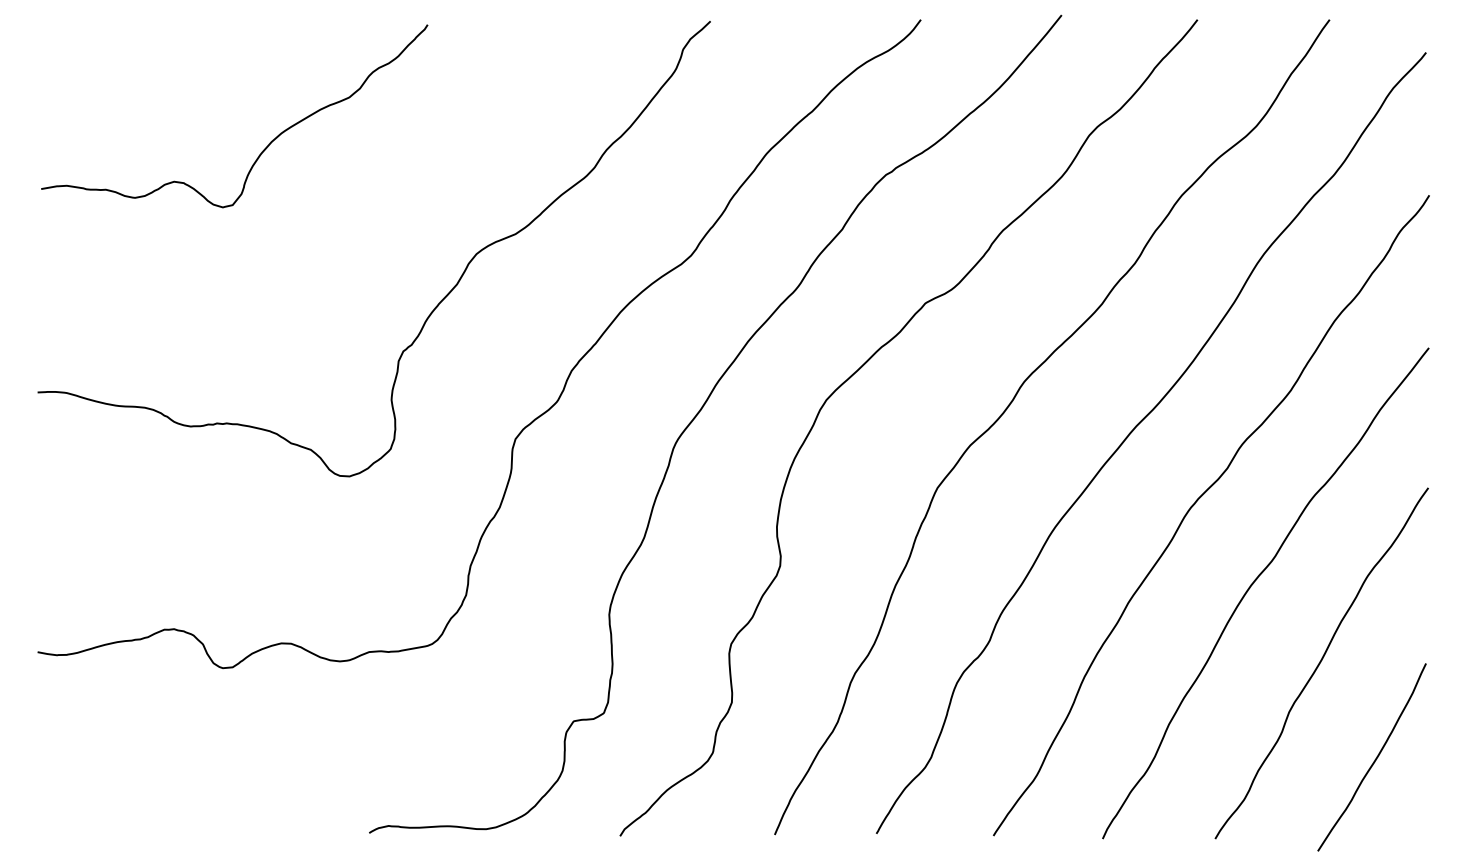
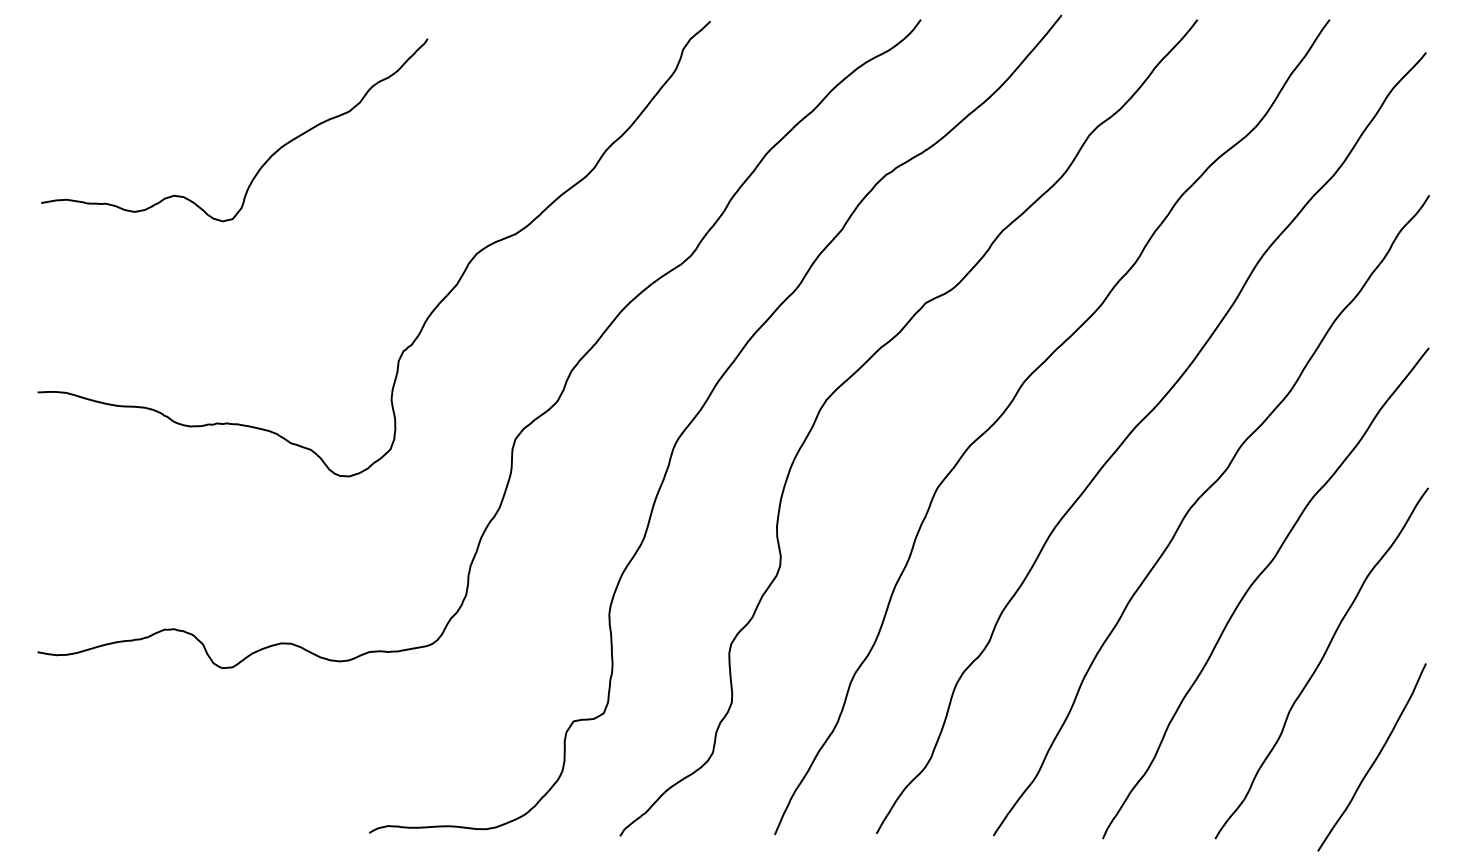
curve at (269, 142) position: (269, 142) -> (269, 156)
